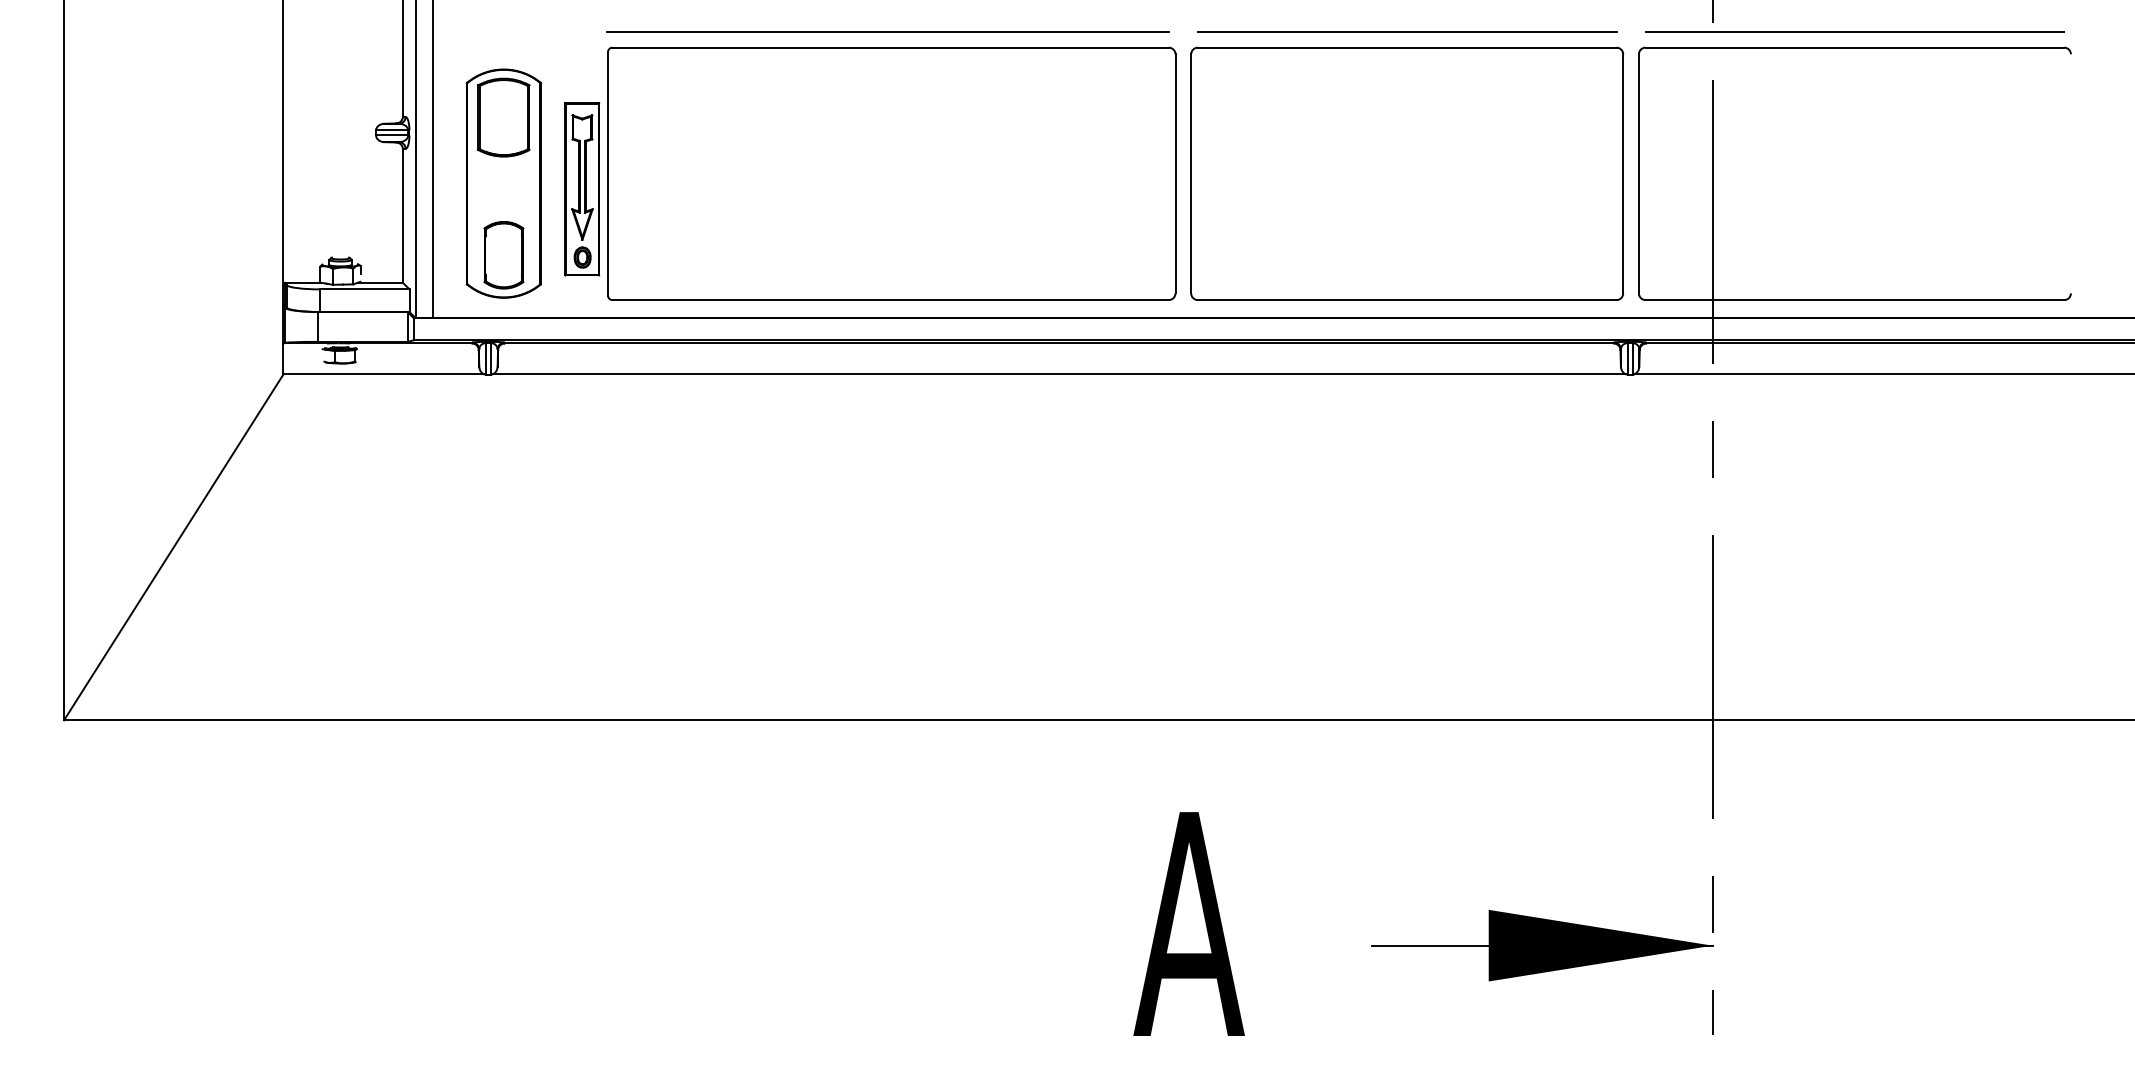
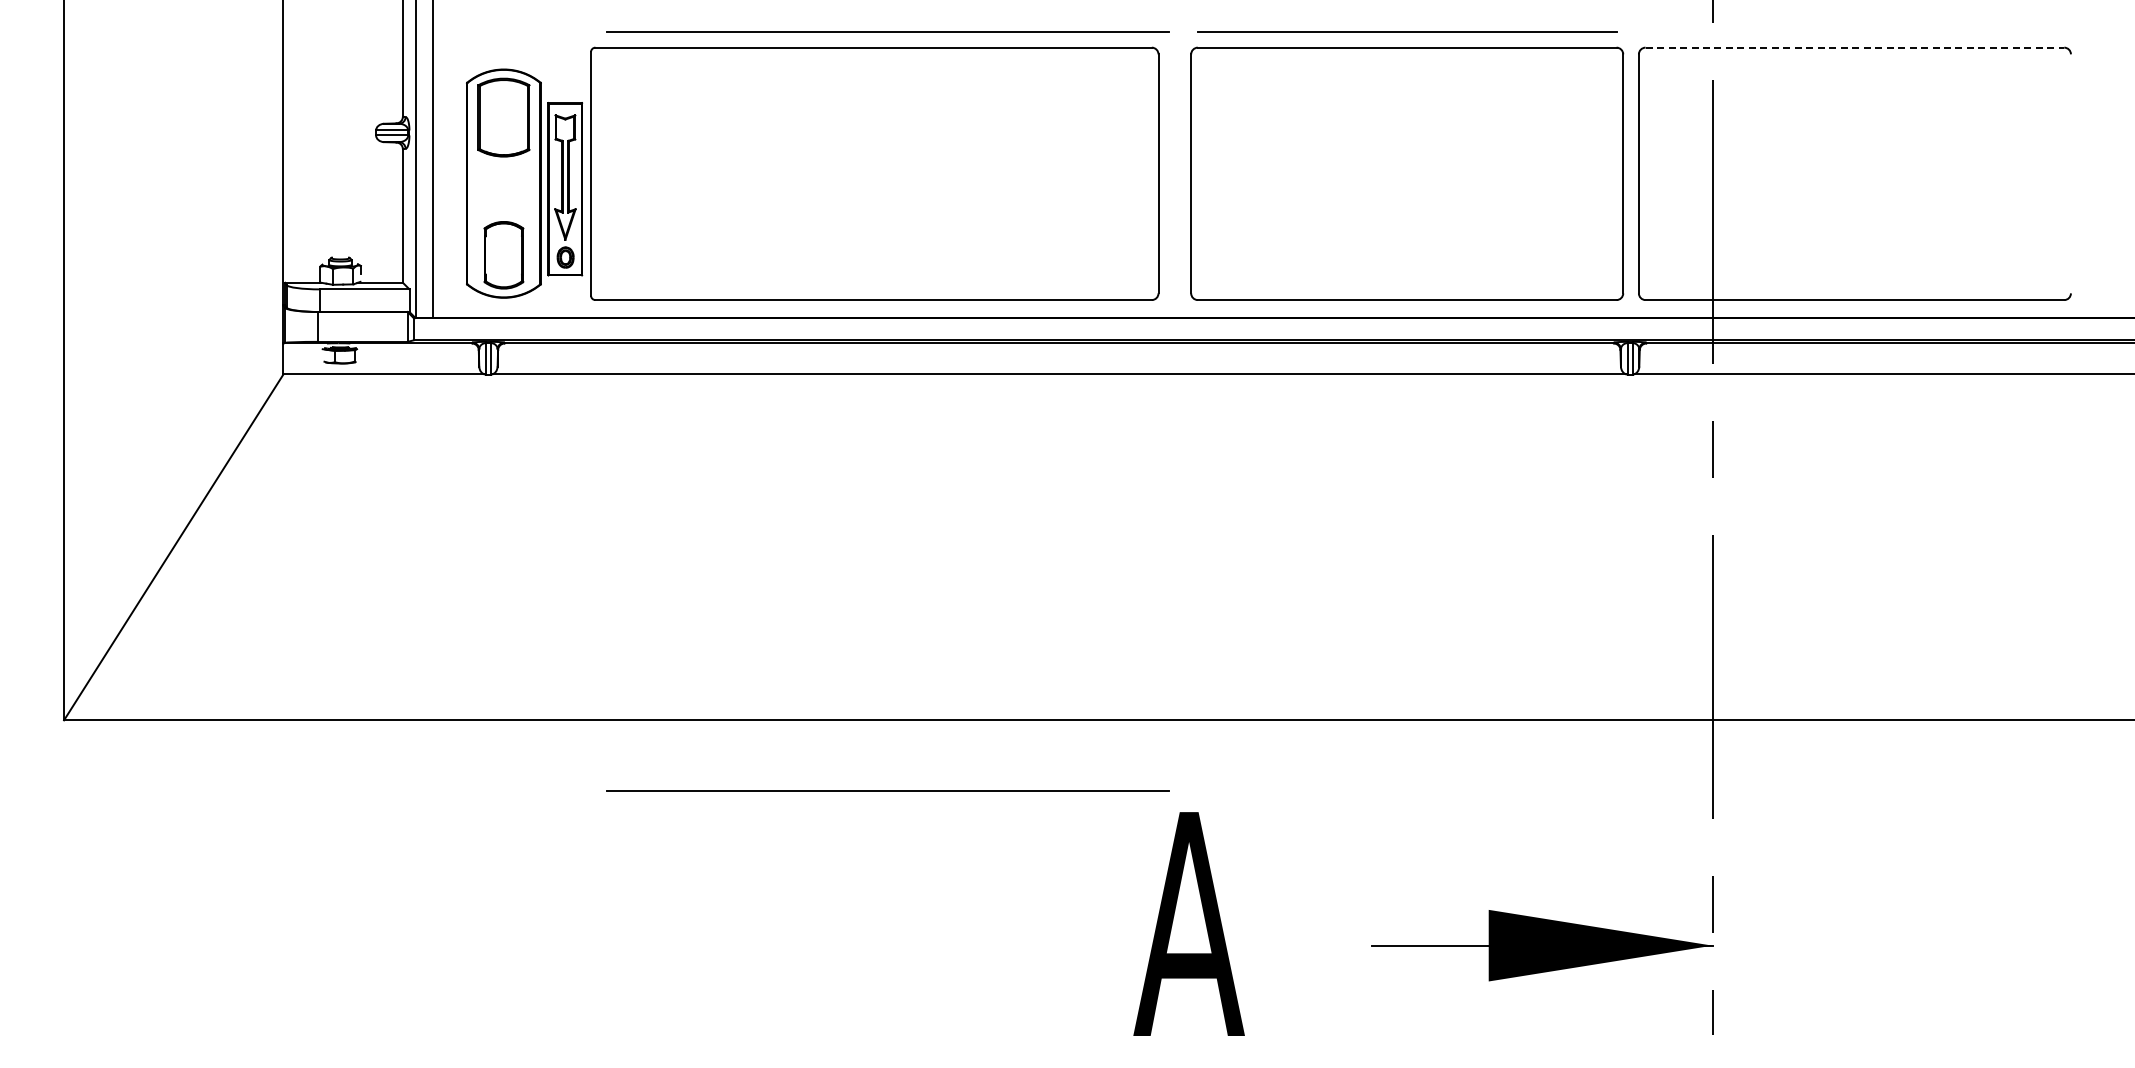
line at (1854, 32): present -> none
line at (1855, 47): solid -> dashed
part at (870, 173) position: (870, 173) -> (853, 173)
line at (887, 790): none -> present
